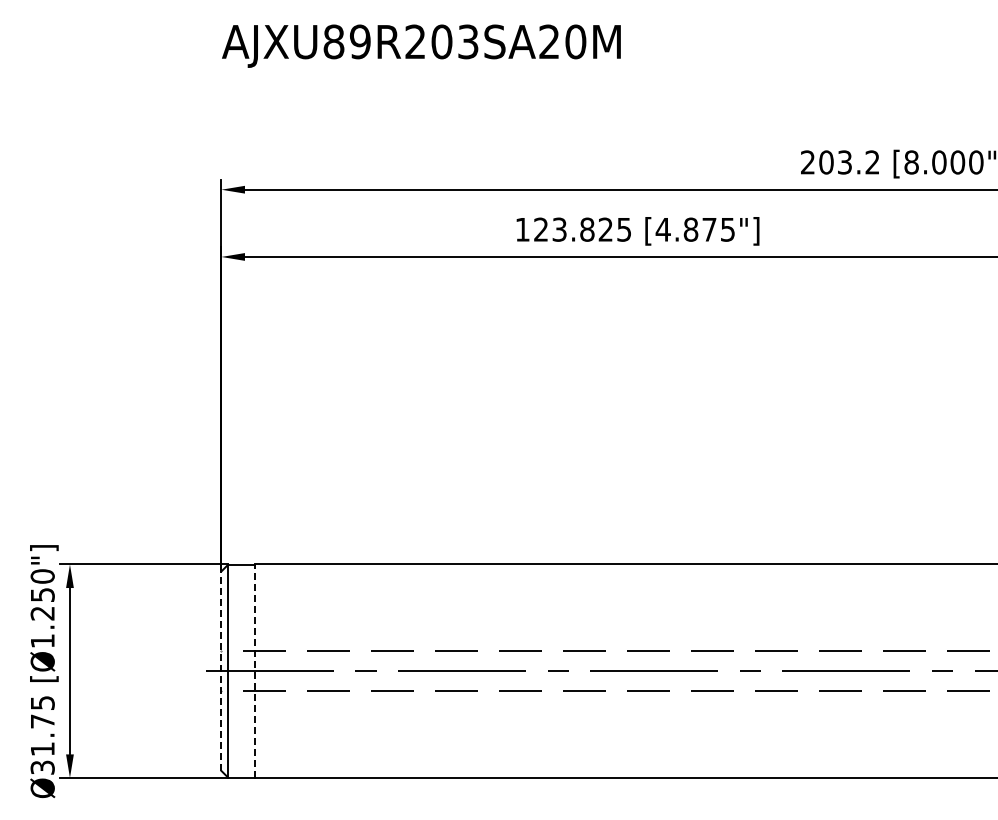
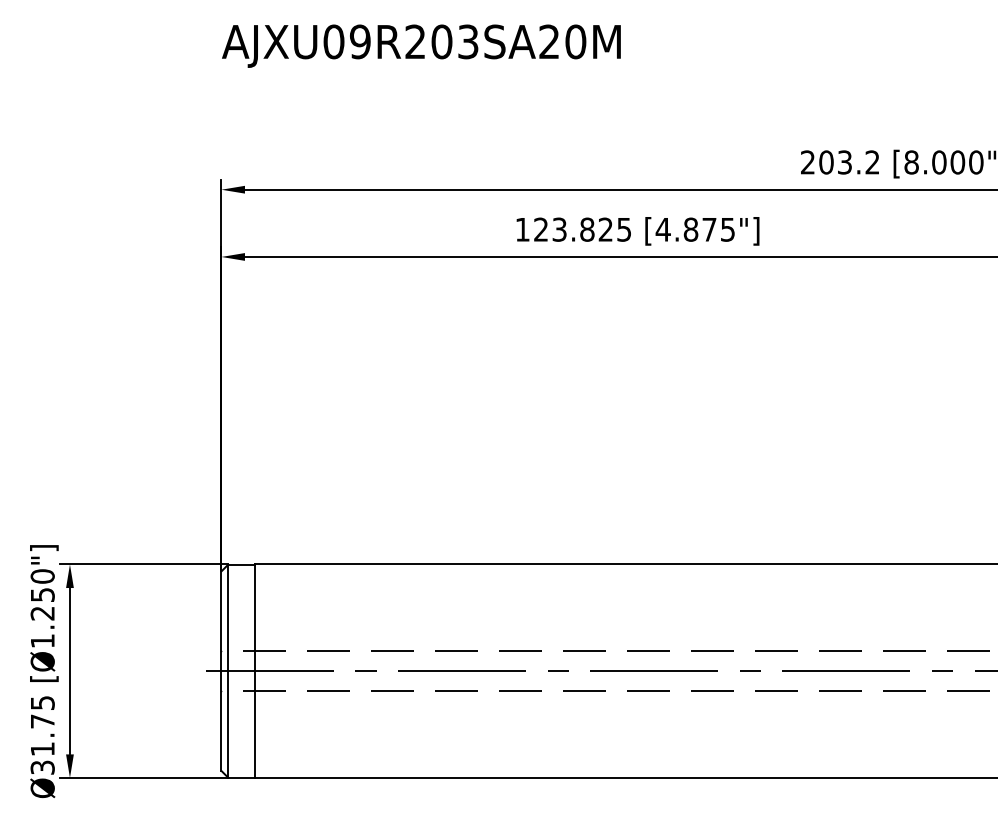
text at (333, 41): AJXU89R203SA20M -> AJXU09R203SA20M
line at (221, 671): dashed -> solid
line at (255, 671): dashed -> solid
